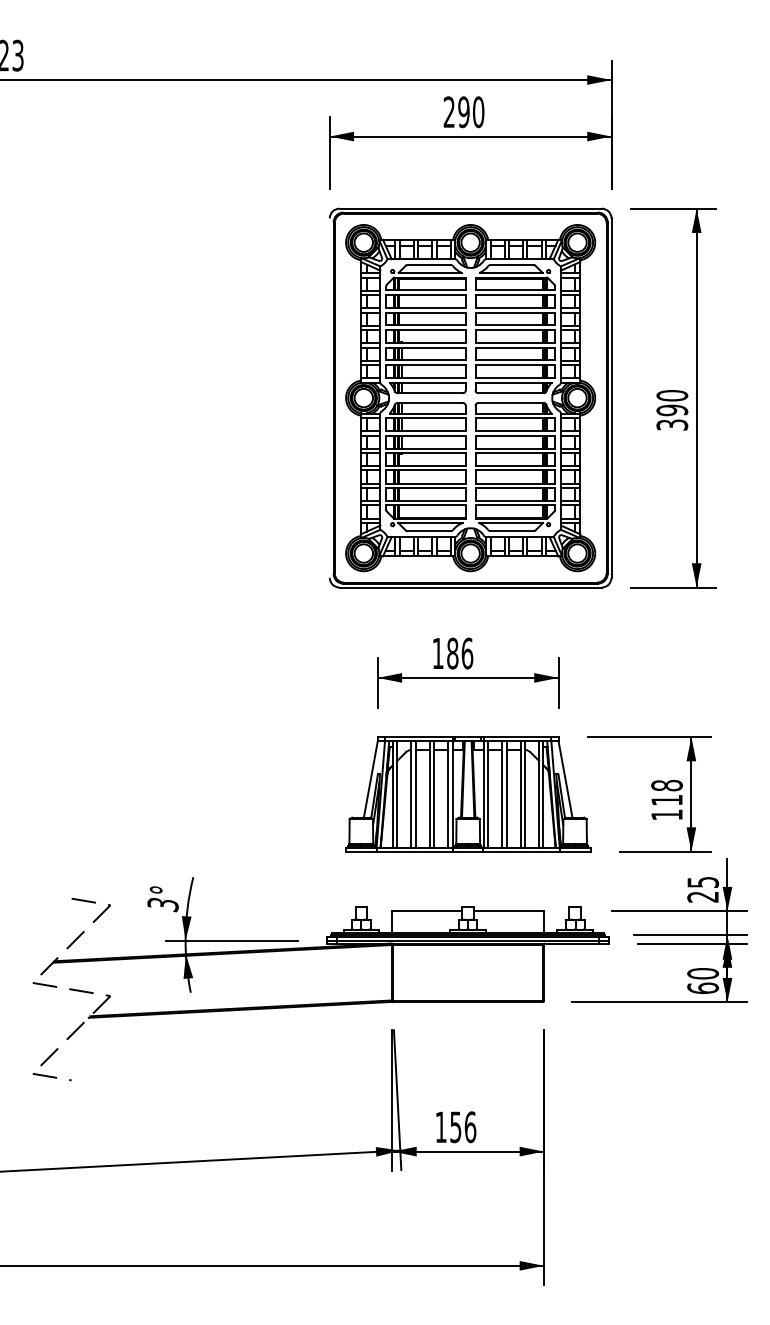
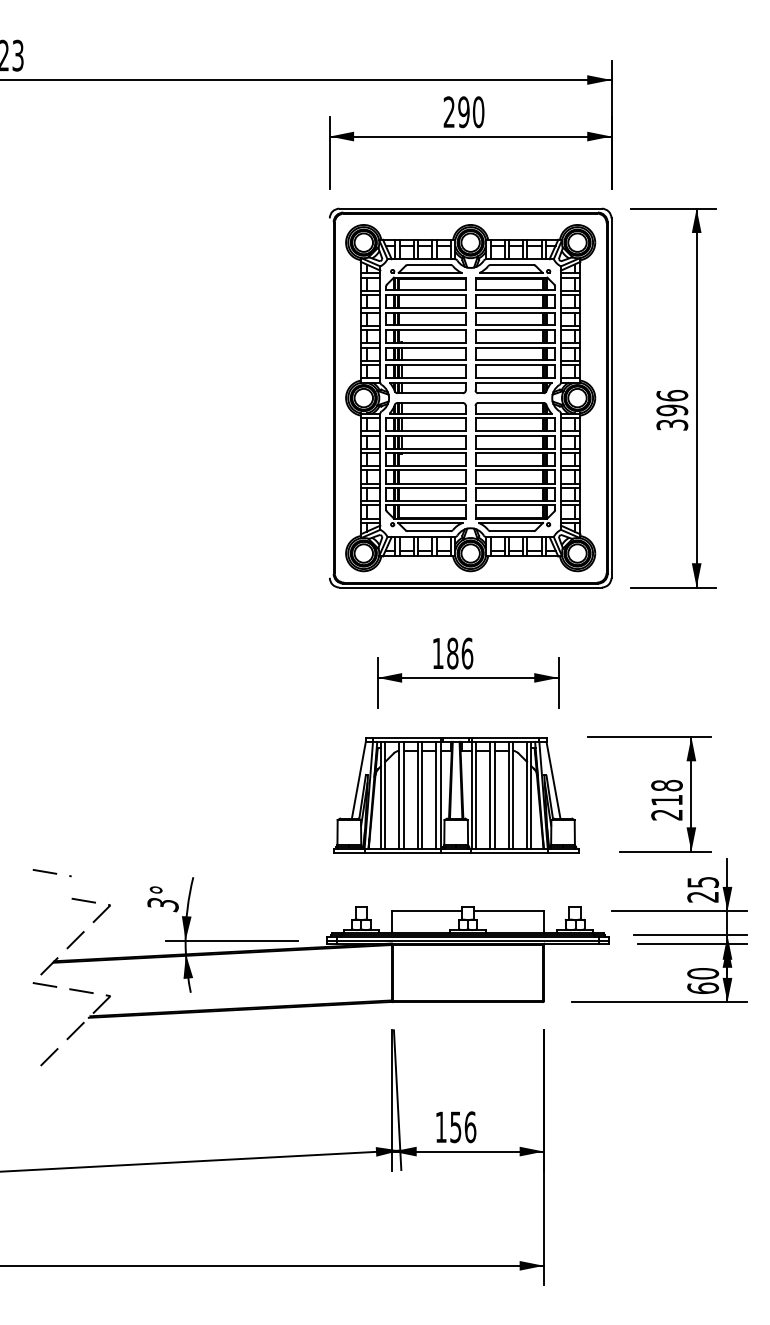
text at (672, 395): 390 -> 396
part at (468, 794) position: (468, 794) -> (456, 795)
text at (666, 814): 118 -> 218
line at (51, 1077) position: (51, 1077) -> (51, 873)
